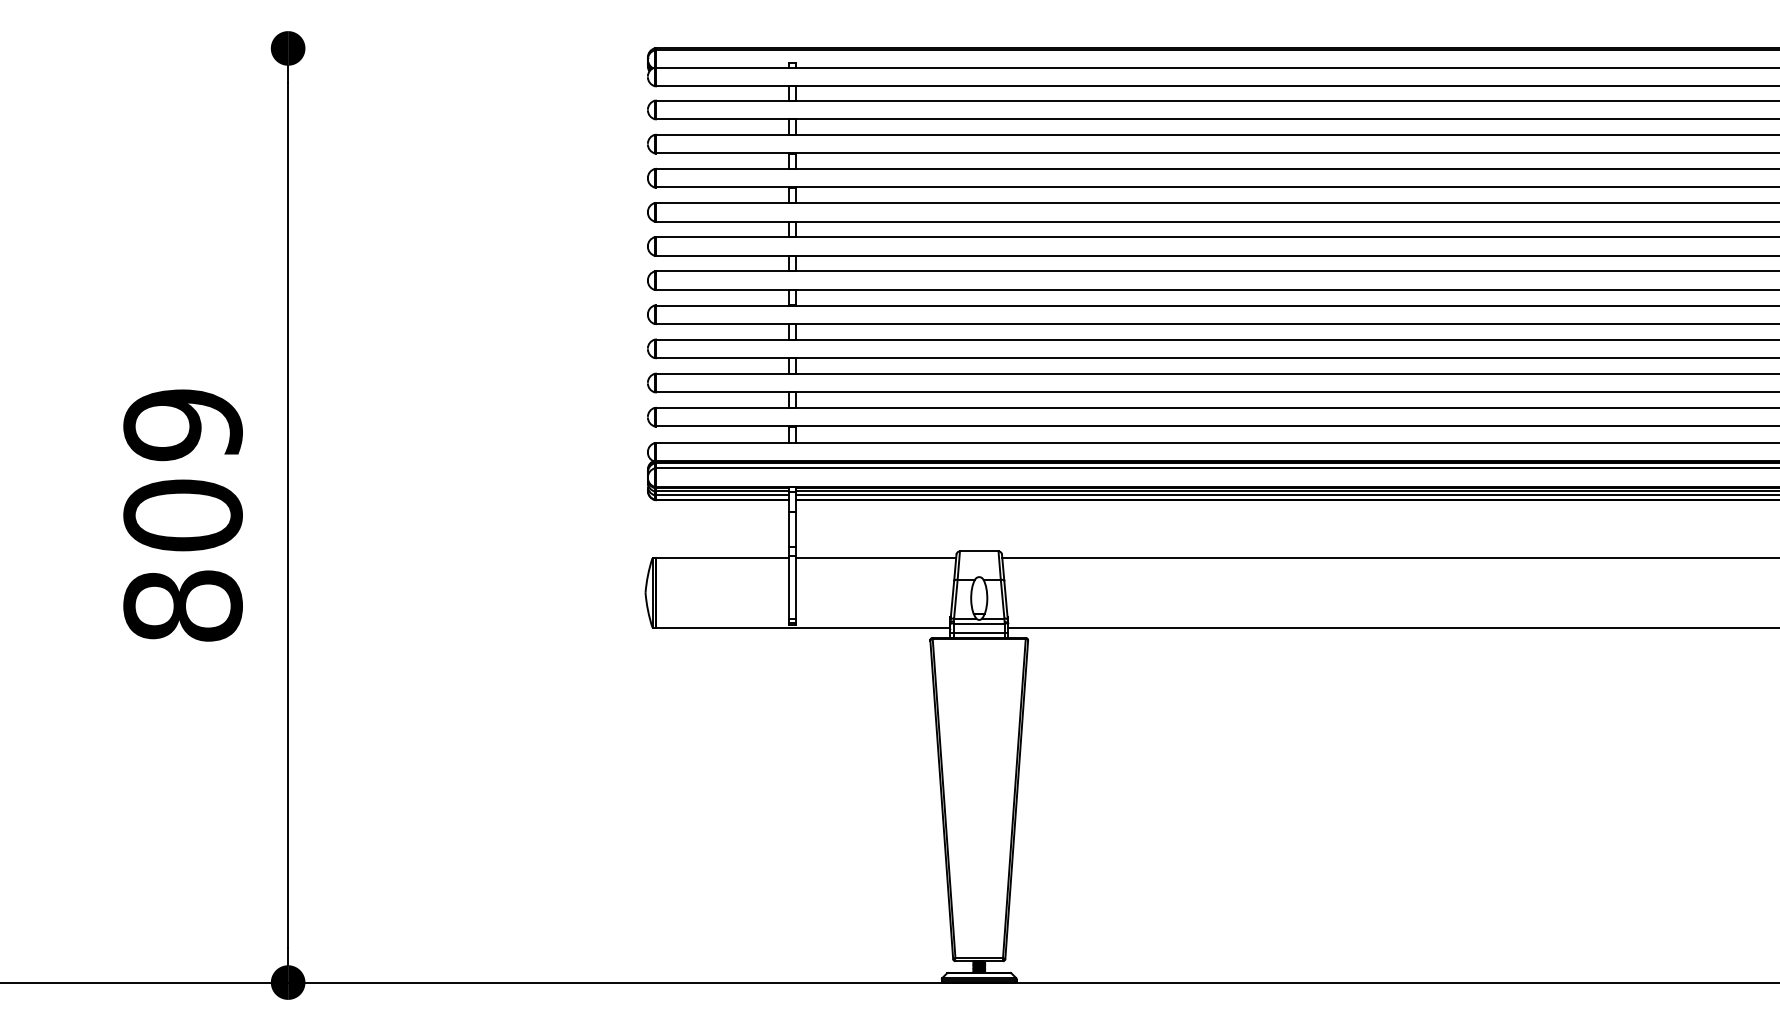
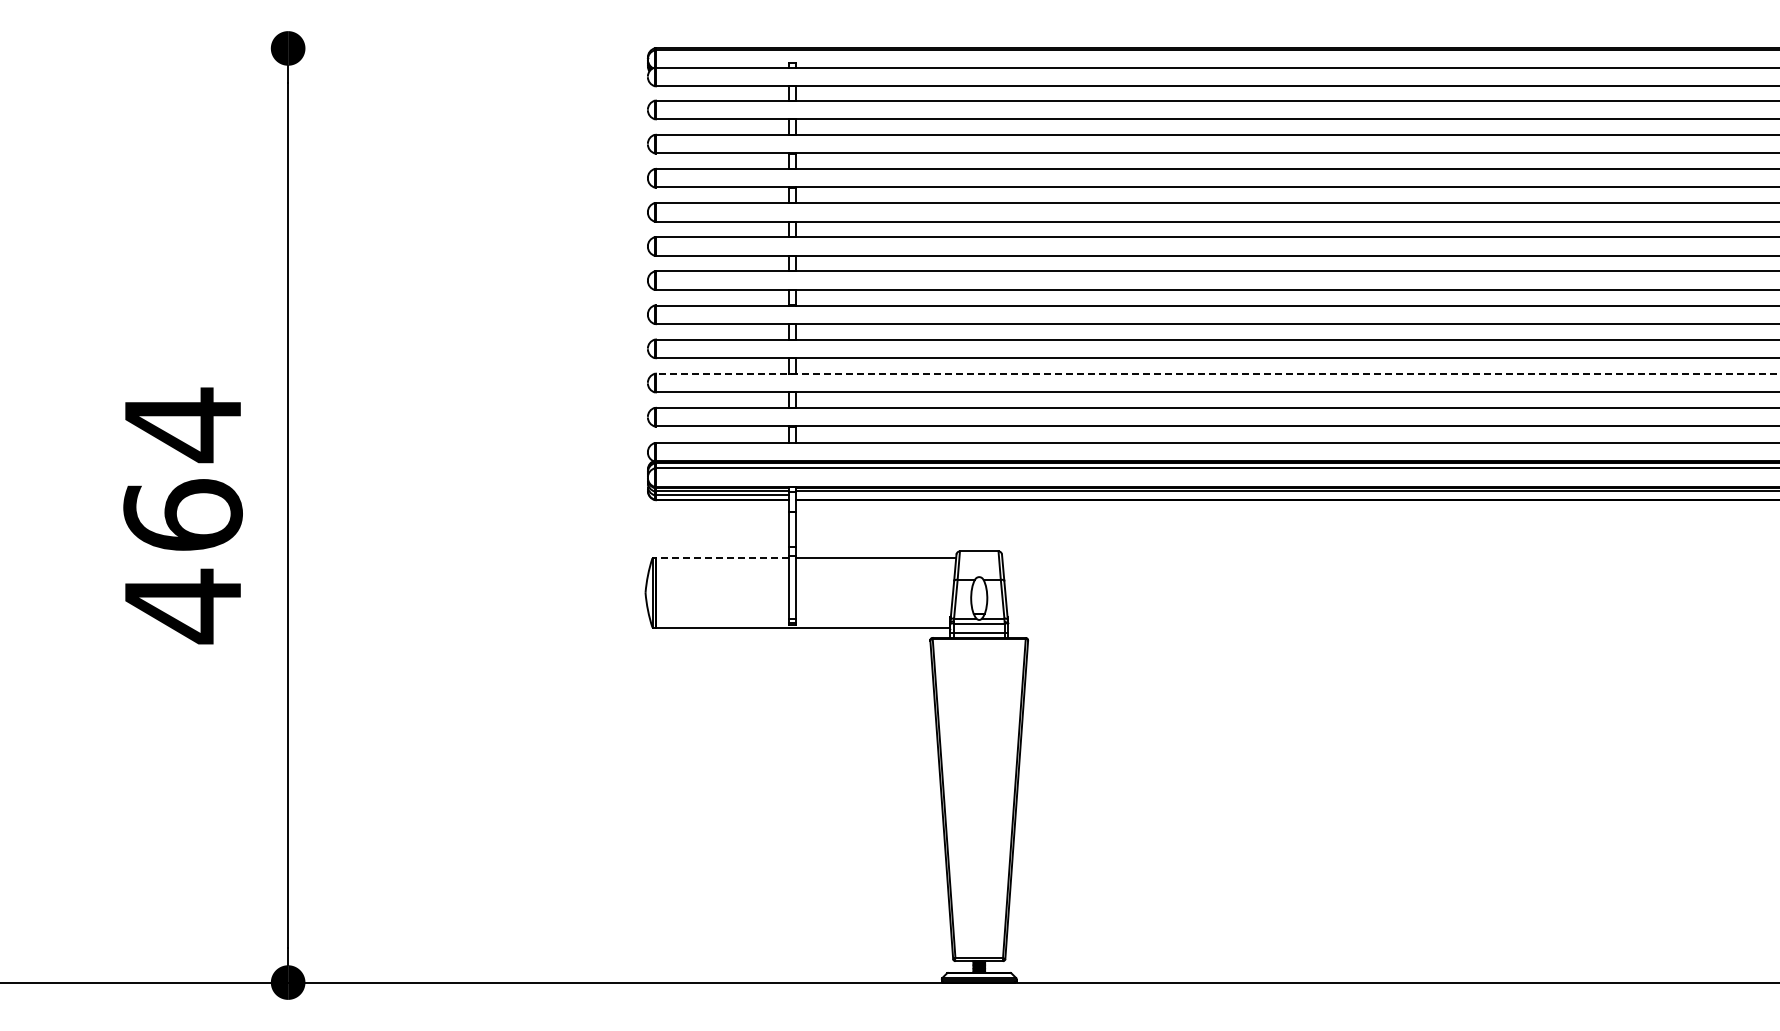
line at (1217, 373): solid -> dashed
line at (1285, 495): present -> none
text at (182, 515): 809 -> 464
line at (721, 558): solid -> dashed
line at (1389, 558): present -> none
line at (1392, 627): present -> none
